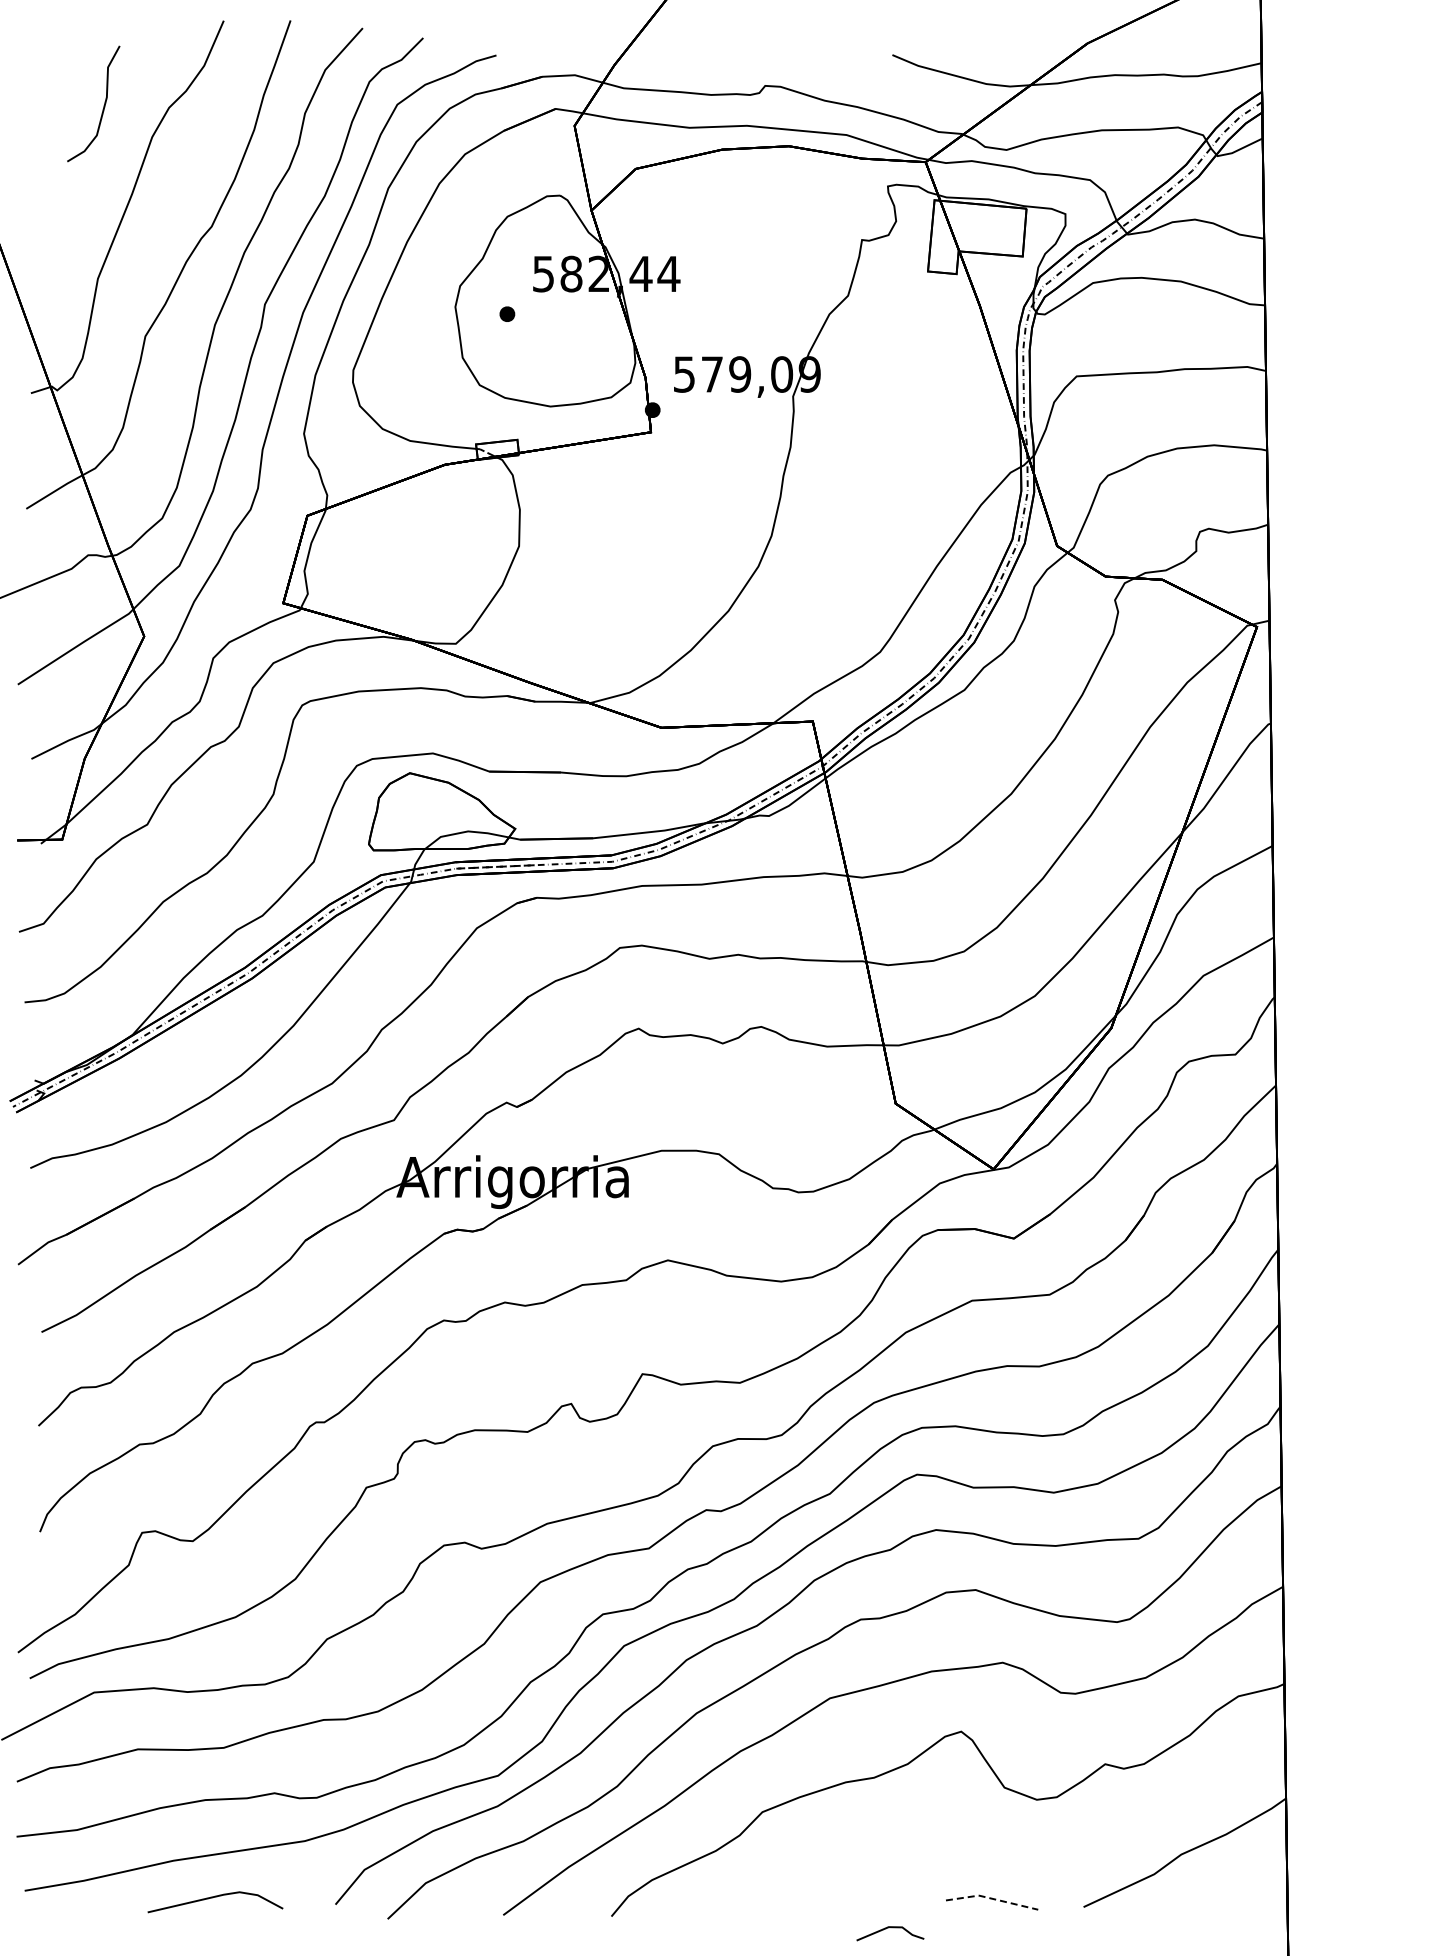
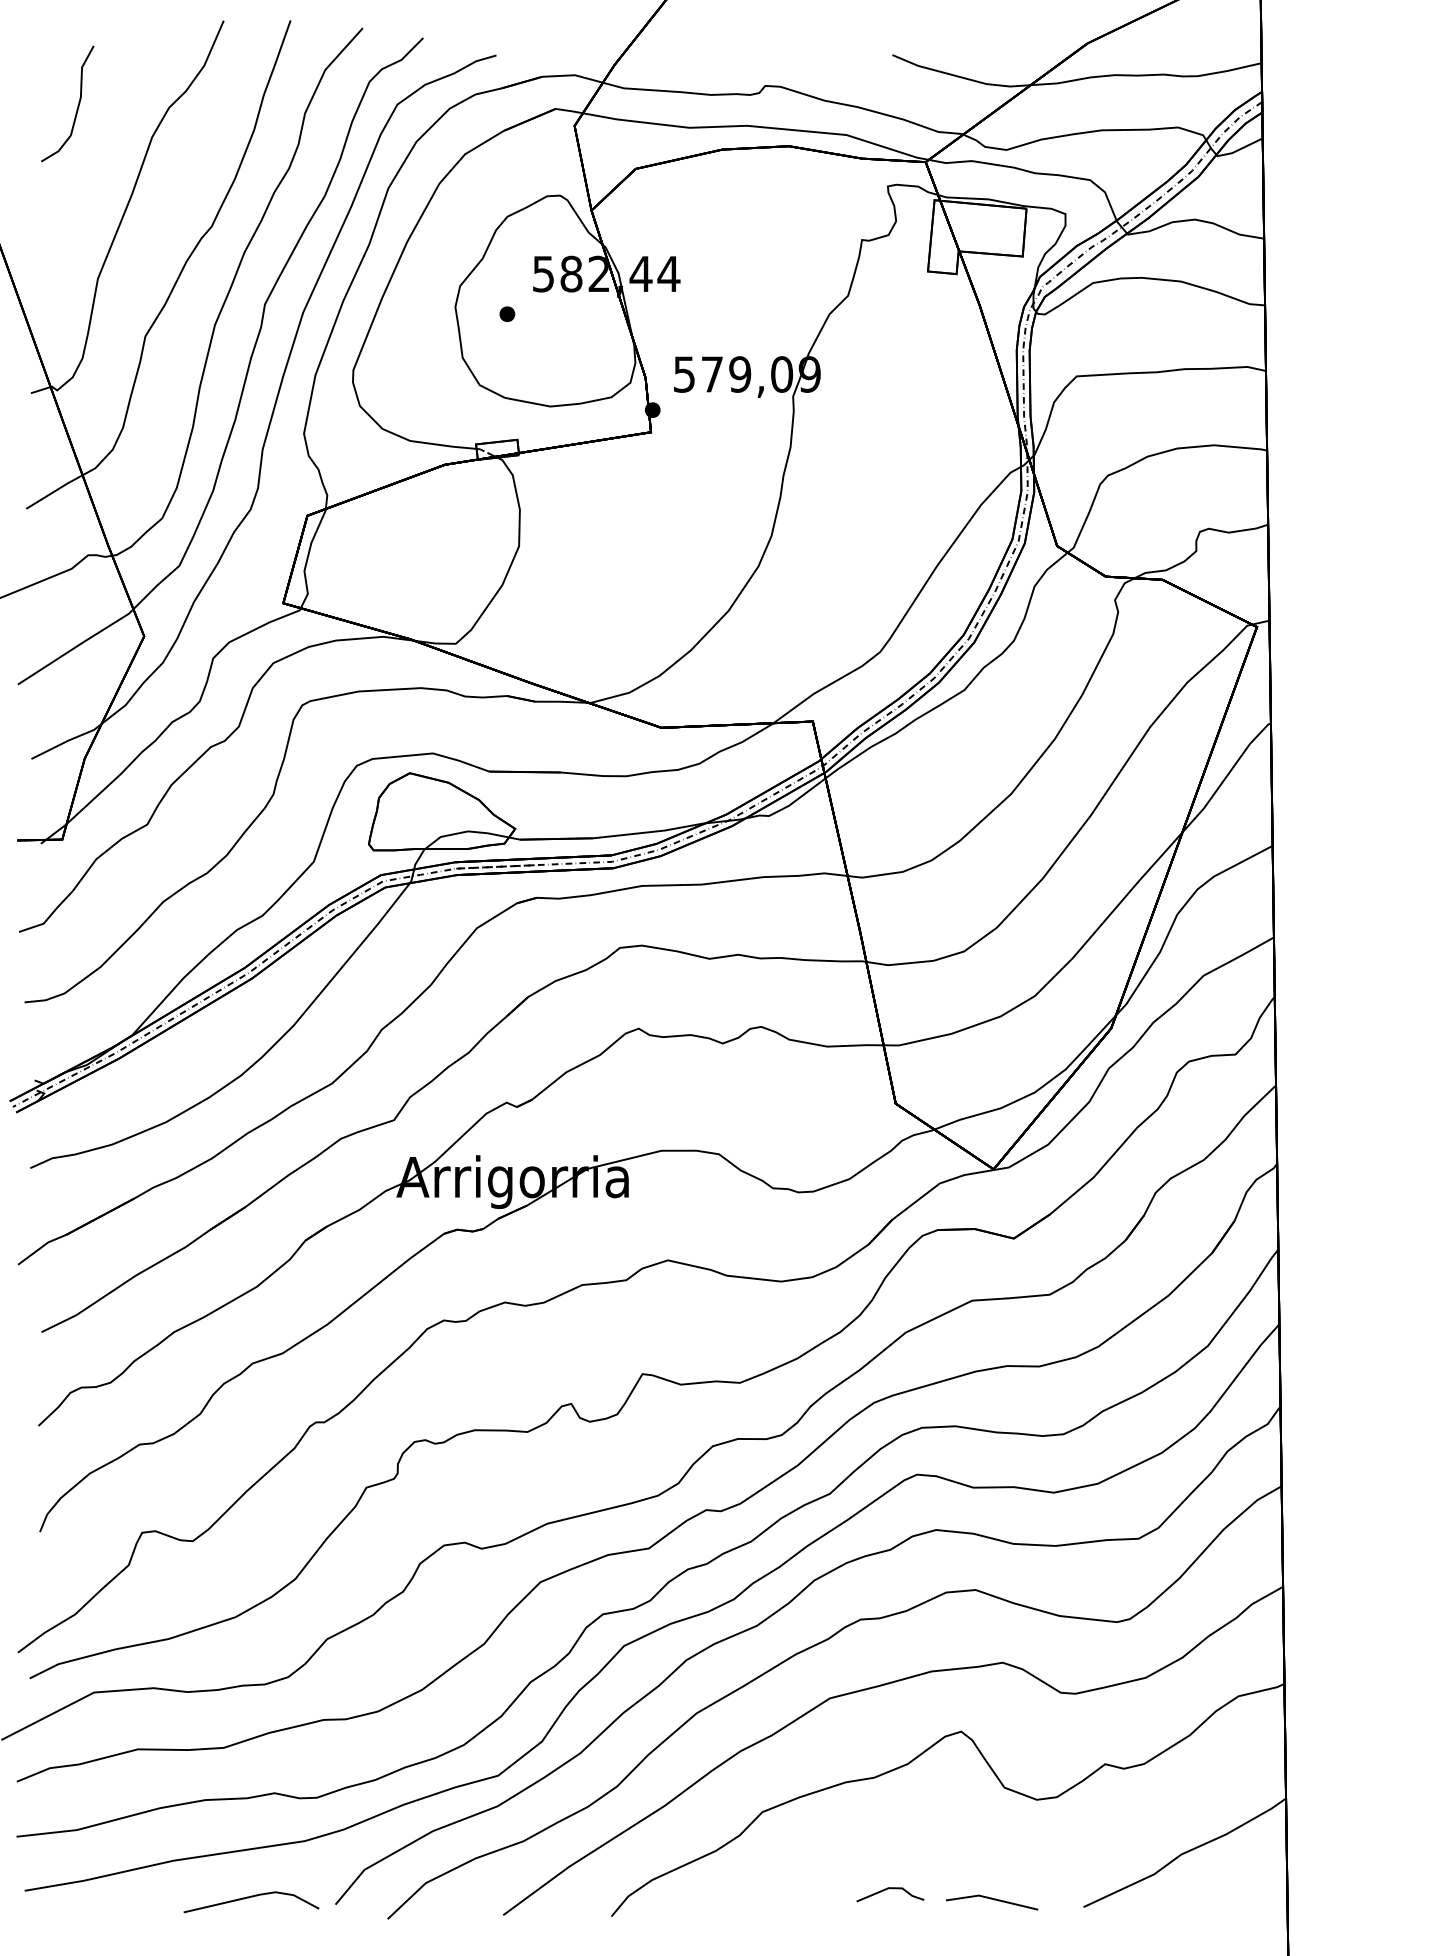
curve at (103, 105) position: (103, 105) -> (77, 105)
line at (215, 1897) position: (215, 1897) -> (251, 1897)
line at (992, 1898): dashed -> solid
line at (890, 1928) position: (890, 1928) -> (890, 1889)
